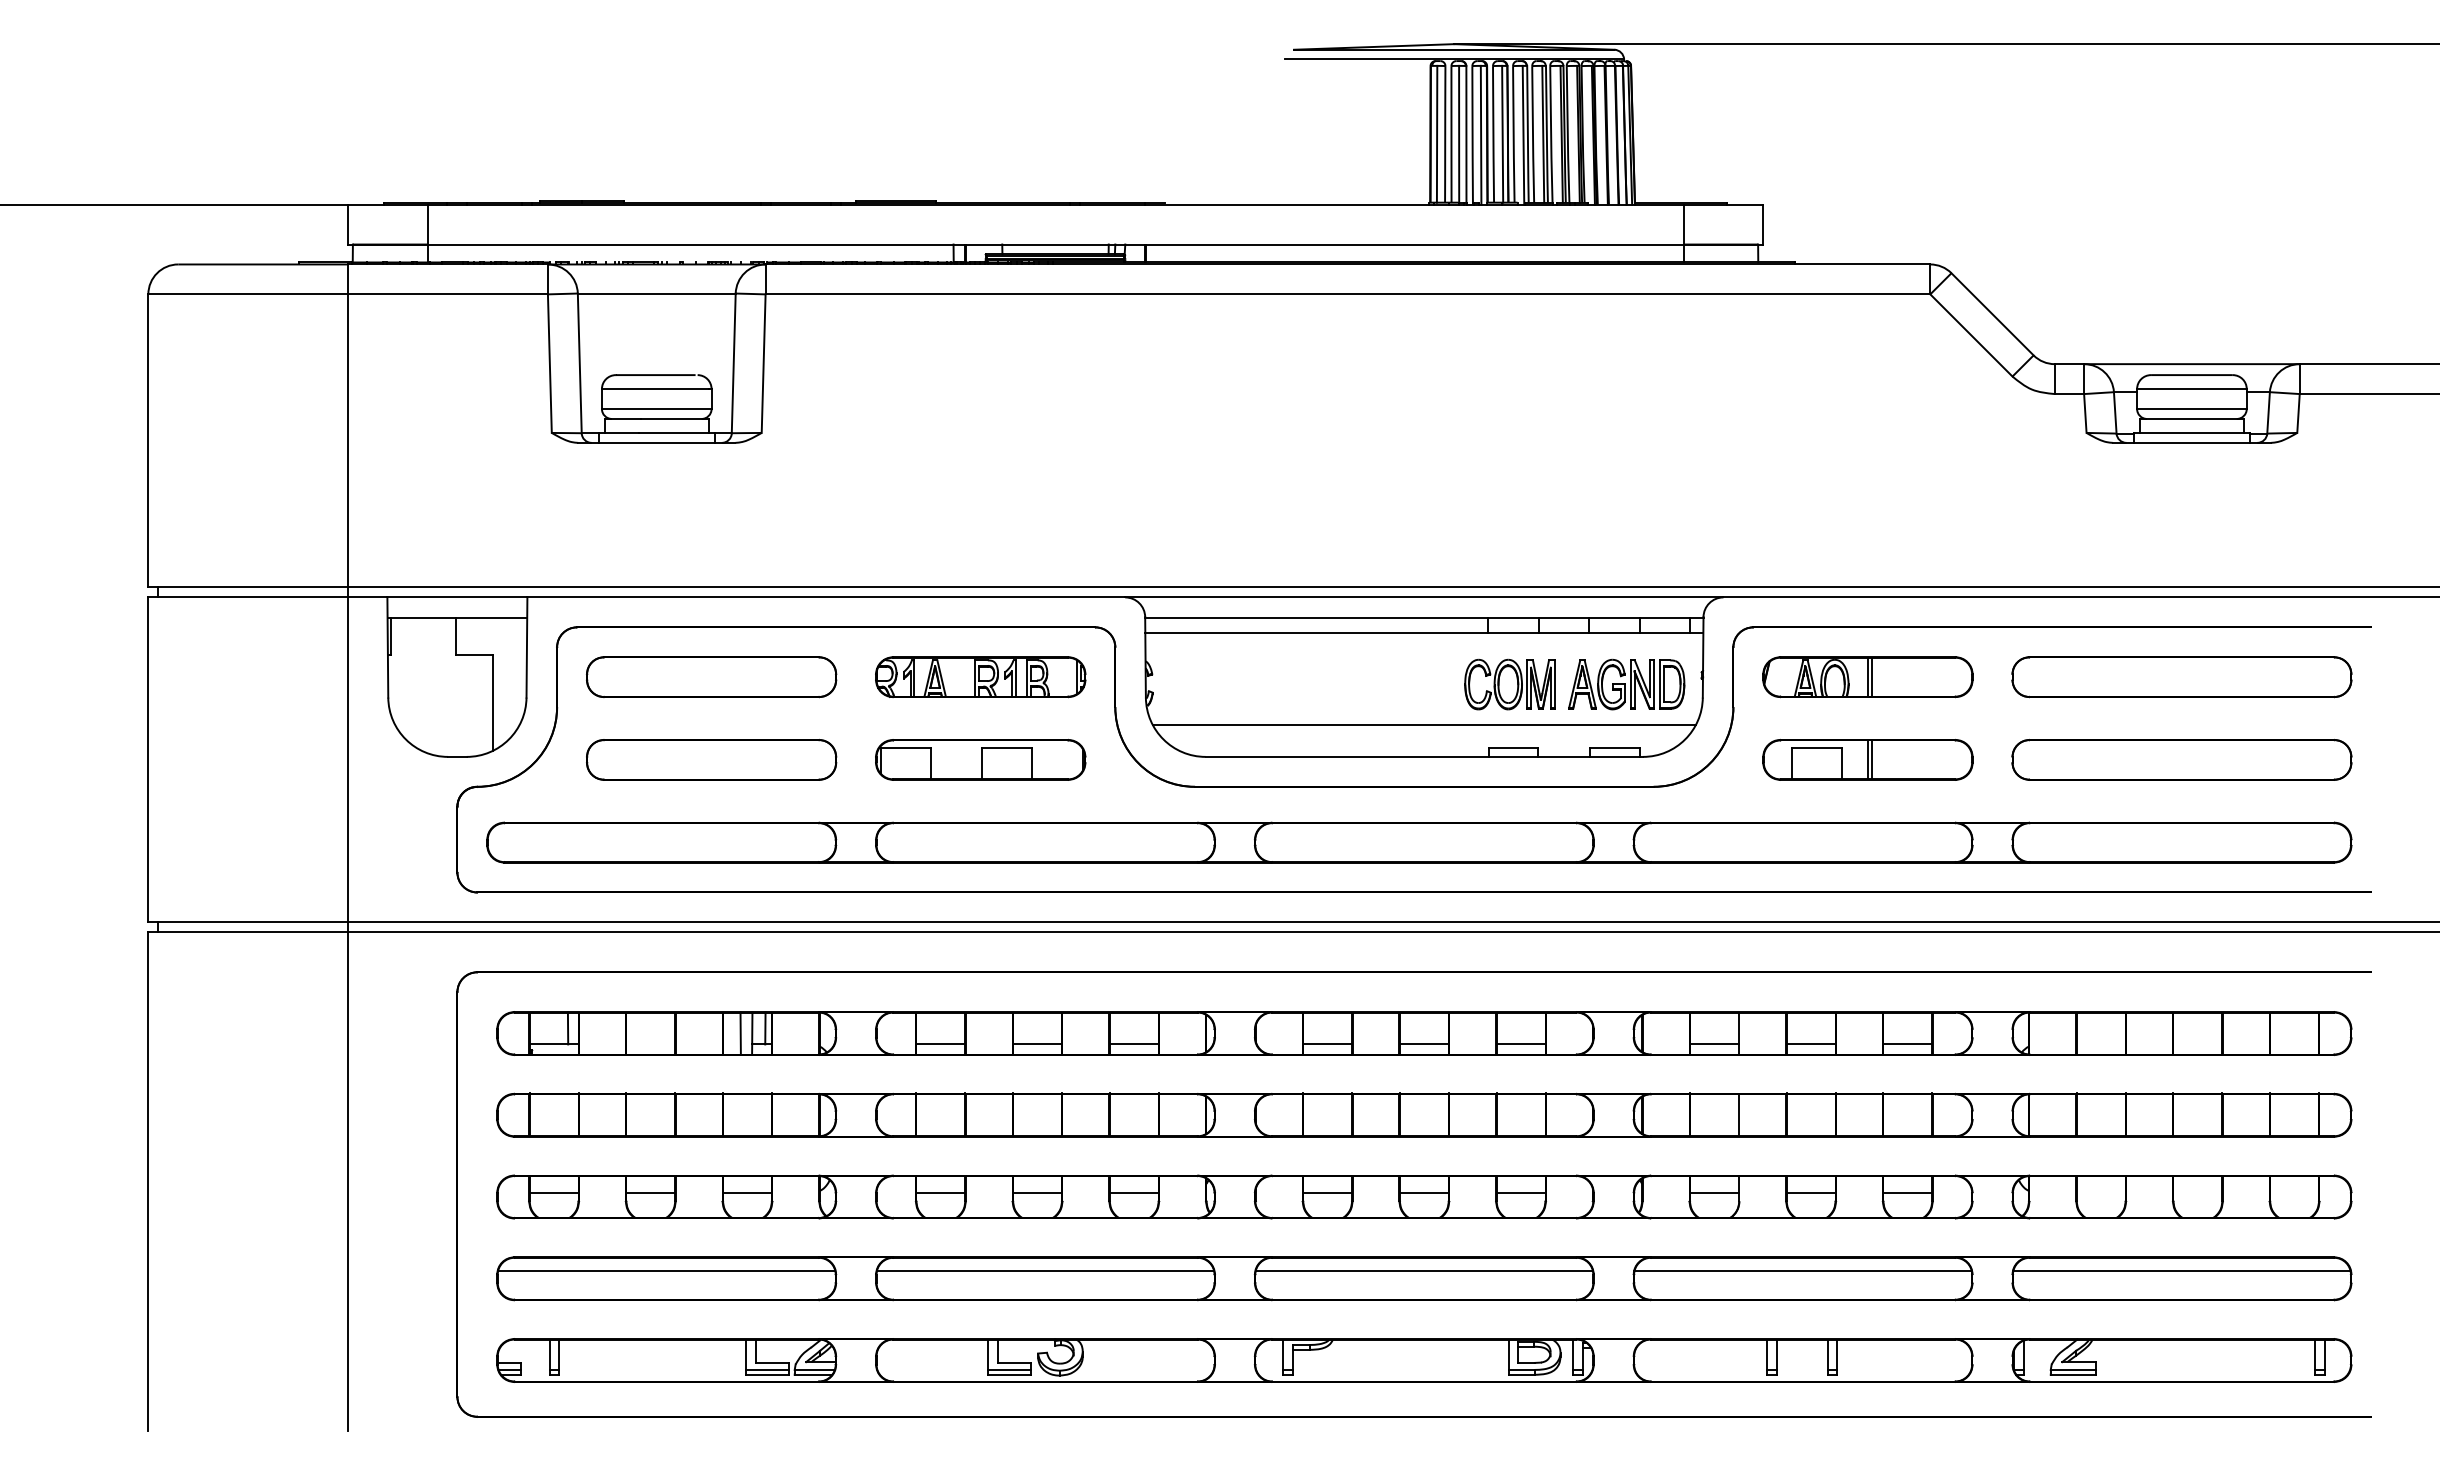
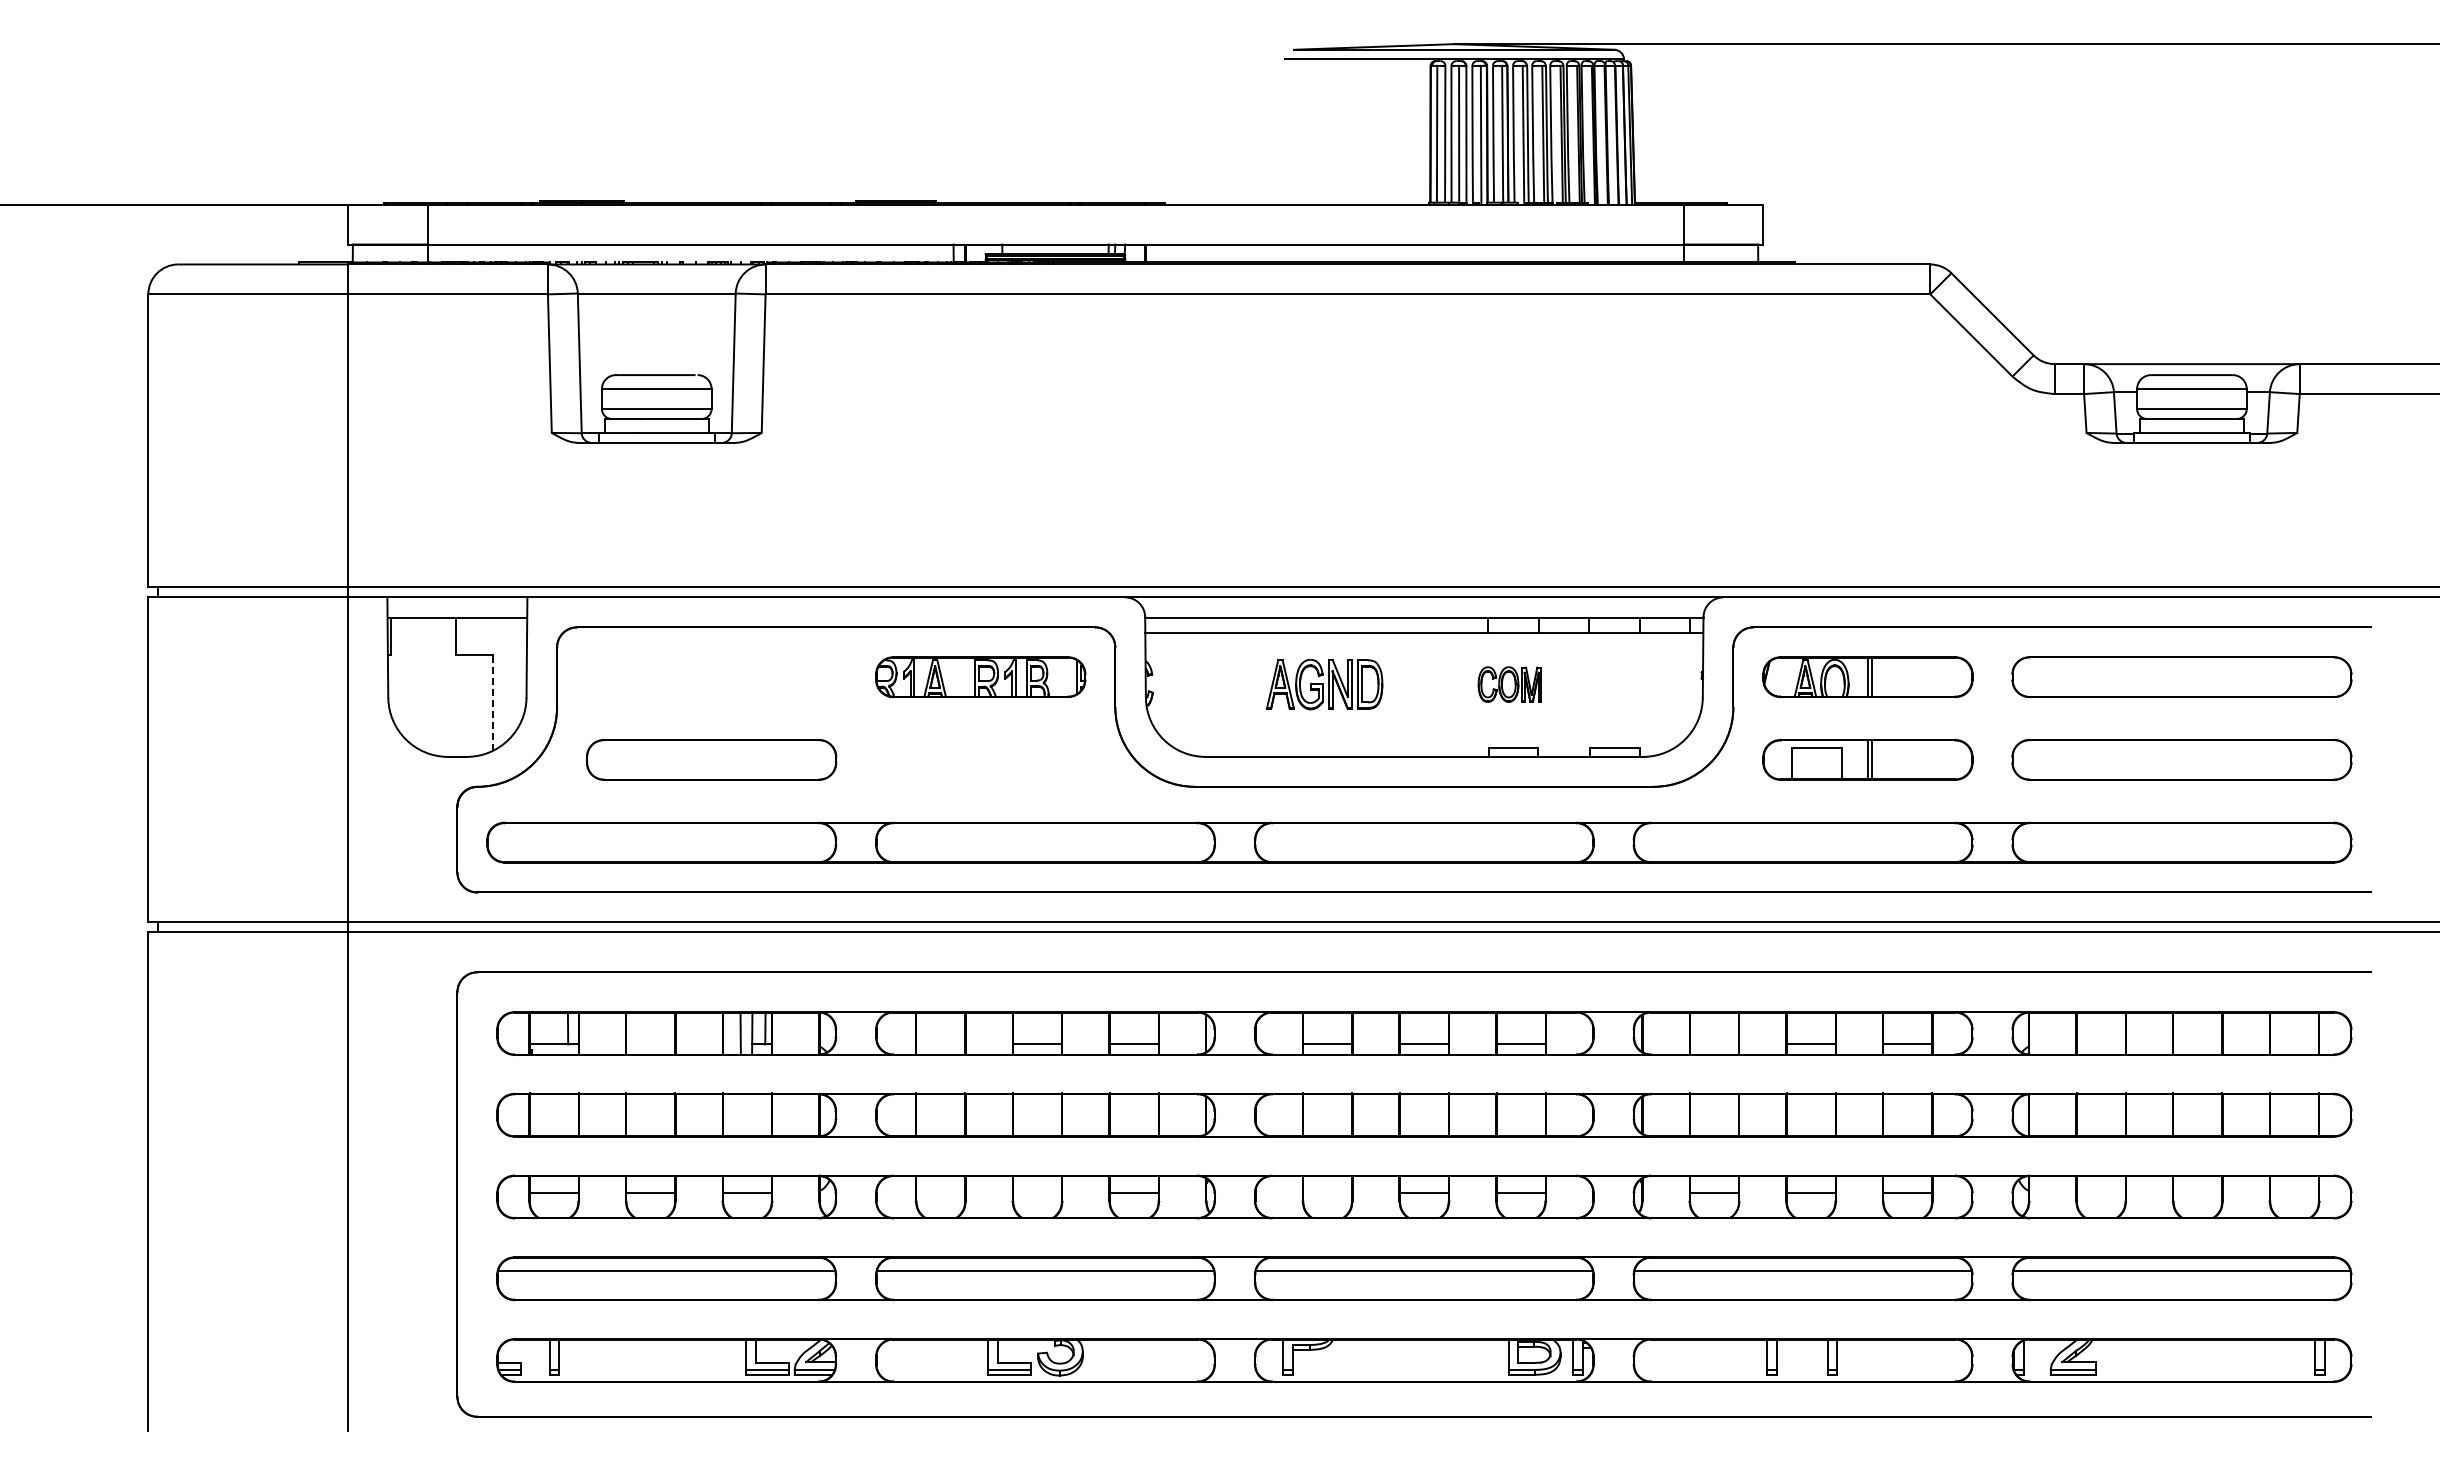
part at (711, 677): present -> none
part at (1509, 684) size: 92x53 px -> 65x37 px
part at (1626, 684) position: (1626, 684) -> (1324, 684)
line at (493, 702): solid -> dashed
line at (1423, 725): present -> none
part at (980, 759): present -> none
line at (940, 1044): present -> none
line at (1714, 1044): present -> none
line at (940, 1193): present -> none
line at (1037, 1193): present -> none
line at (1327, 1193): present -> none
